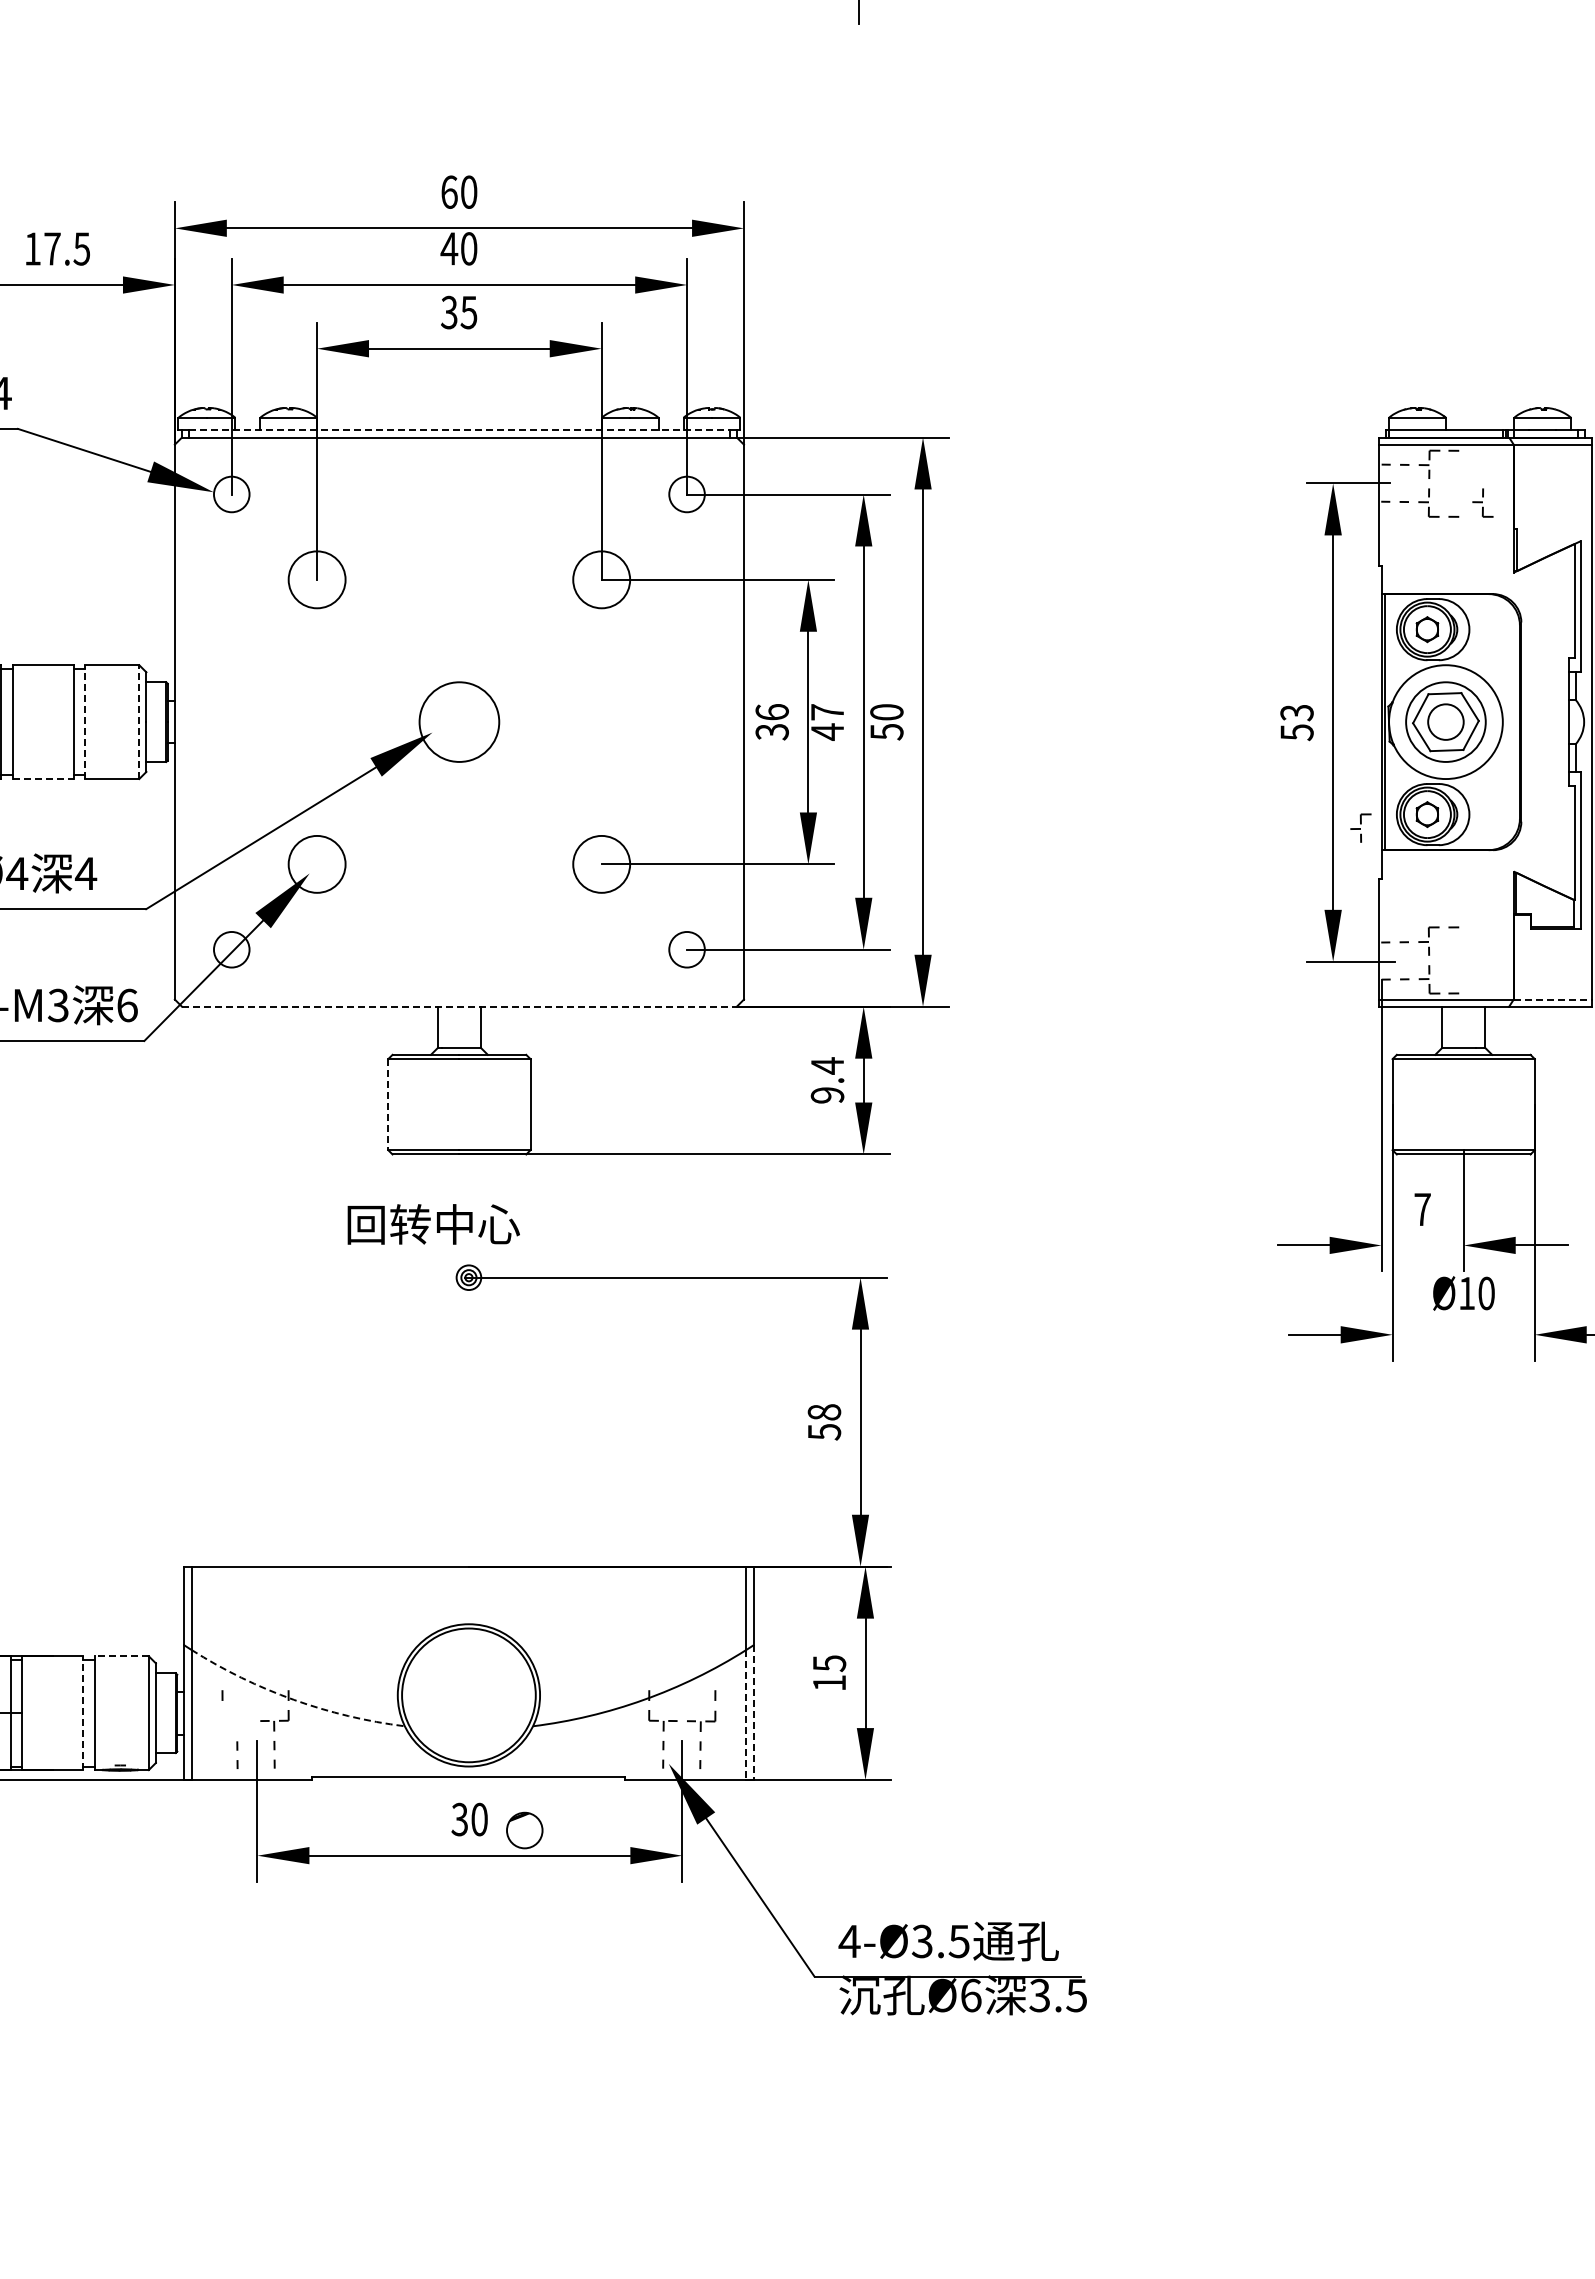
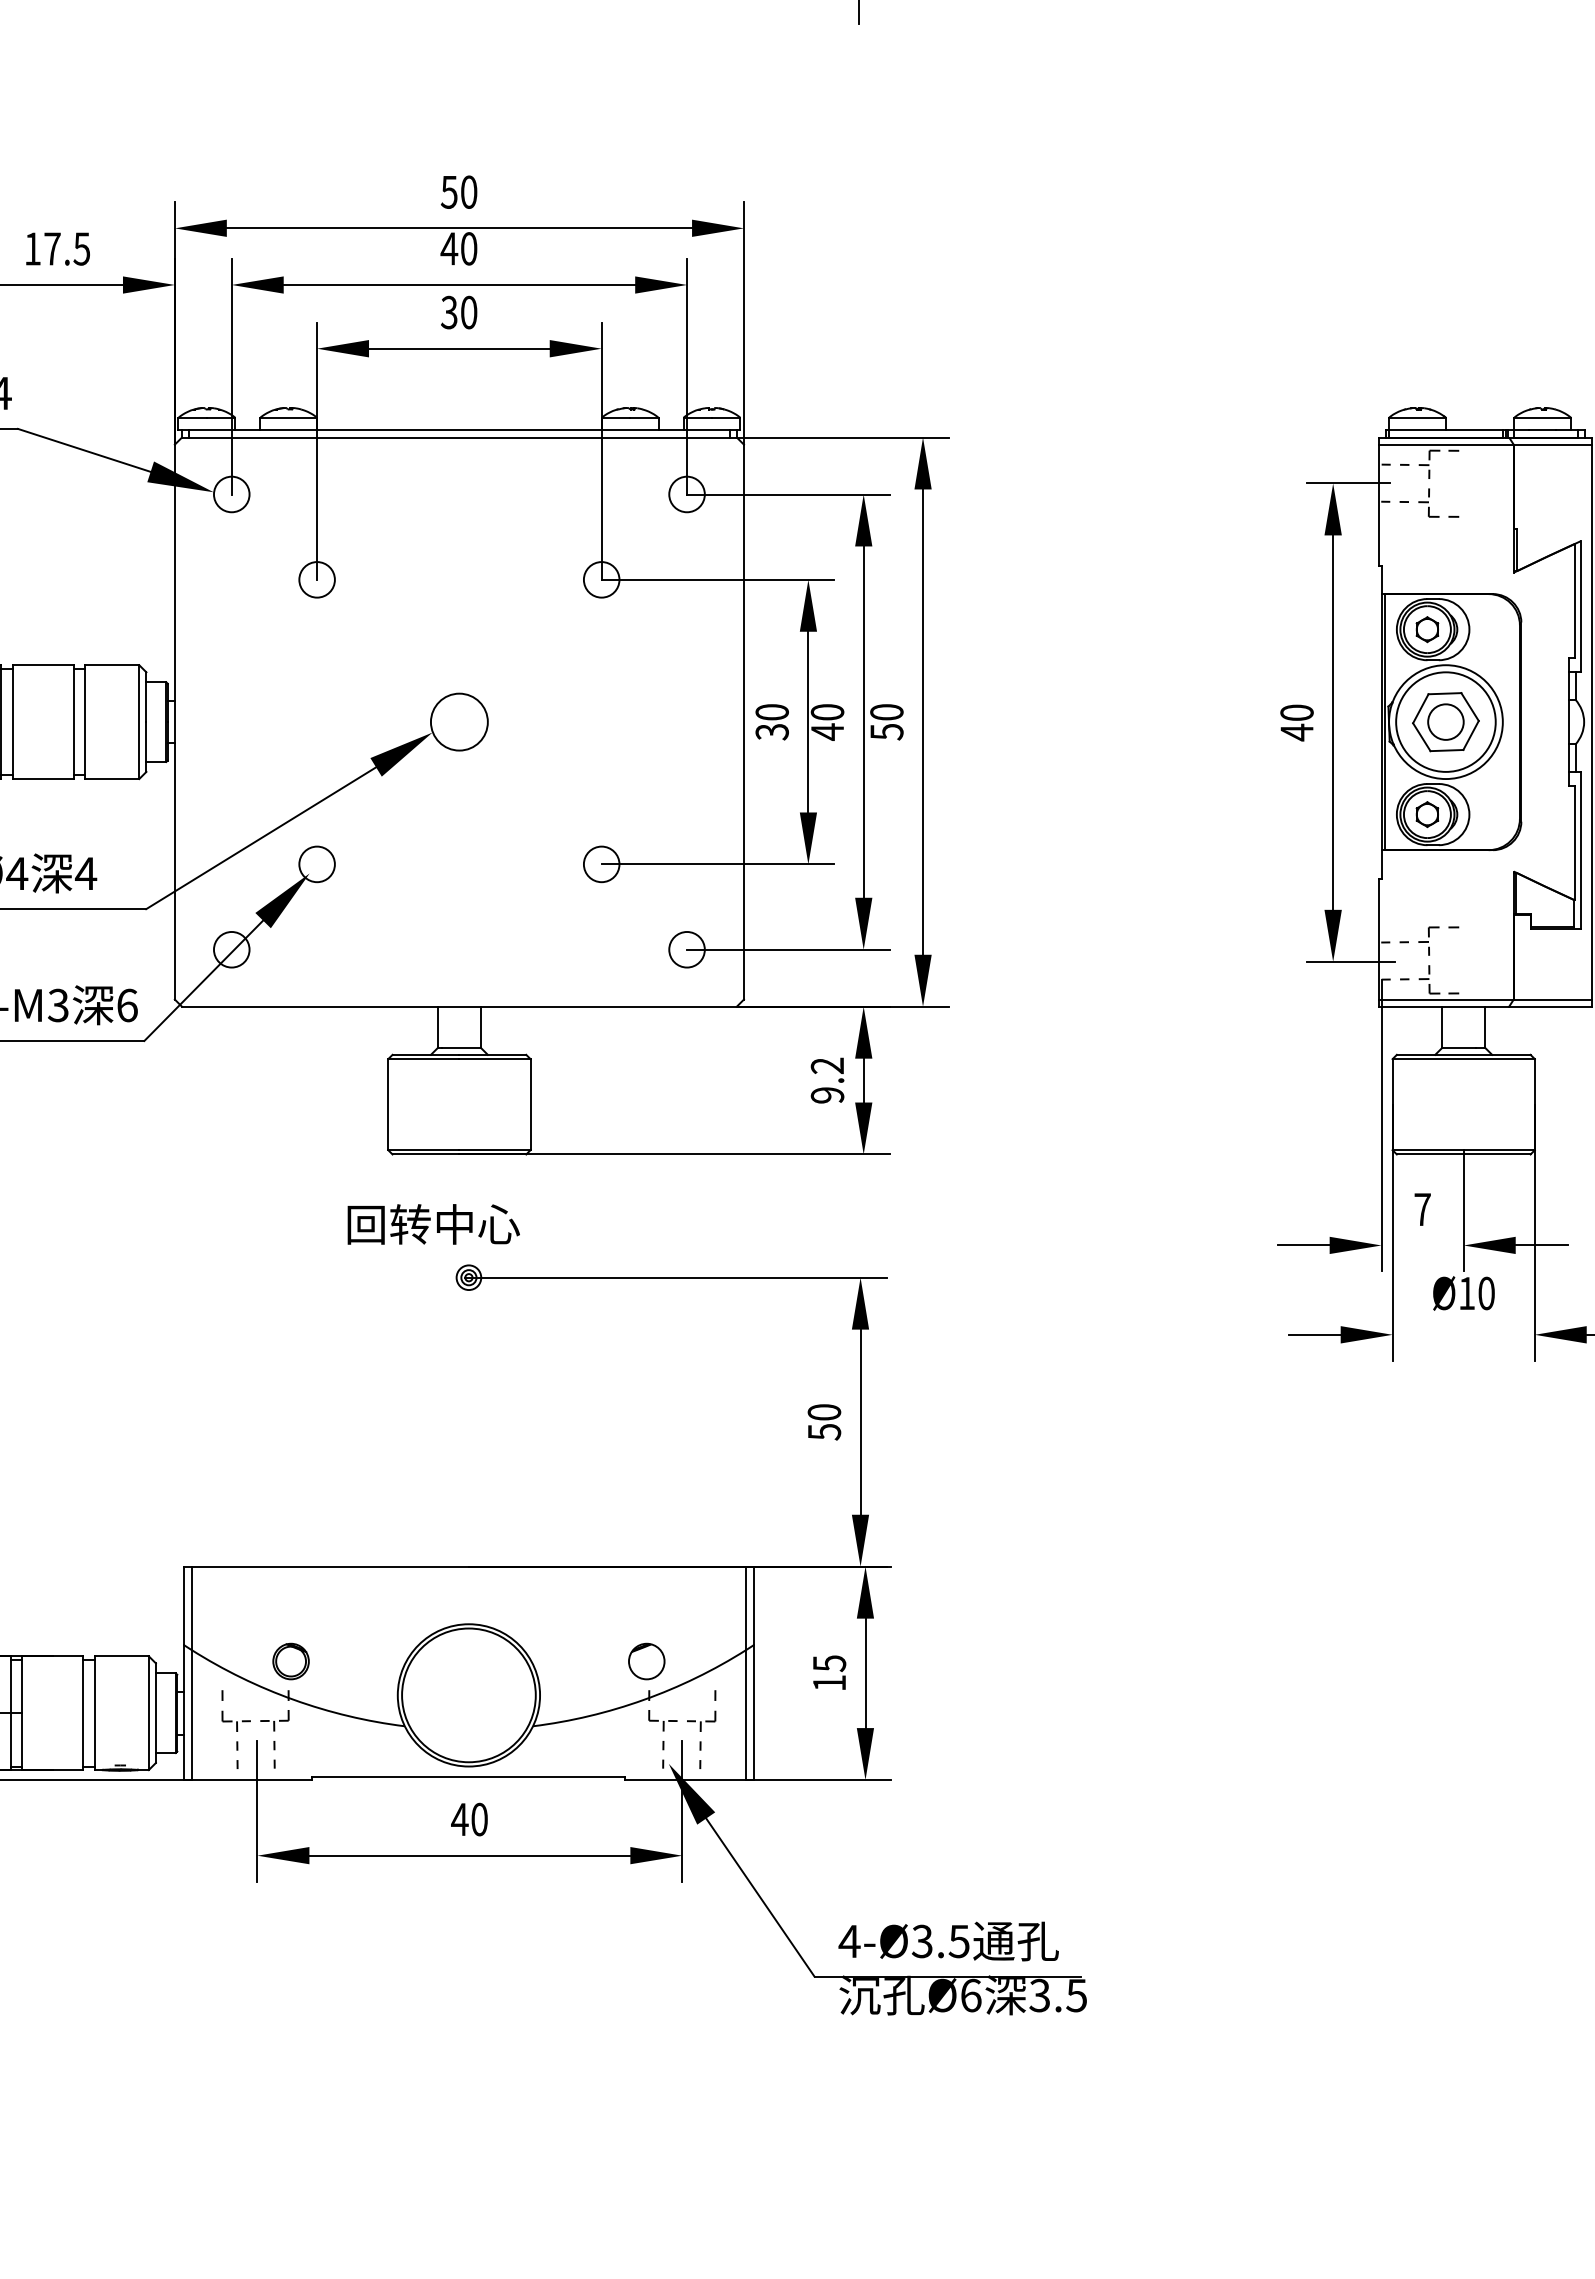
text at (448, 191): 60 -> 50
text at (468, 312): 35 -> 30
line at (459, 430): dashed -> solid
part at (1482, 502): present -> none
circle at (316, 579) diameter: 57 px -> 36 px
circle at (601, 579) diameter: 57 px -> 36 px
text at (771, 712): 36 -> 30
text at (827, 712): 47 -> 40
circle at (459, 721) diameter: 80 px -> 57 px
circle at (1445, 721) diameter: 80 px -> 100 px
line at (85, 722): dashed -> solid
line at (139, 722): dashed -> solid
text at (1296, 722): 53 -> 40
line at (43, 779): dashed -> solid
part at (1360, 827): present -> none
circle at (316, 863) diameter: 57 px -> 36 px
circle at (601, 863) diameter: 57 px -> 36 px
line at (1553, 999): dashed -> solid
line at (459, 1006): dashed -> solid
text at (826, 1065): 9.4 -> 9.2
line at (388, 1104): dashed -> solid
text at (824, 1412): 58 -> 50
line at (121, 1656): dashed -> solid
part at (290, 1661): none -> present
arc at (293, 1699): dashed -> solid
line at (83, 1713): dashed -> solid
line at (753, 1713): dashed -> solid
line at (746, 1715): dashed -> solid
part at (235, 1720): none -> present
text at (459, 1819): 30 -> 40
part at (524, 1830) position: (524, 1830) -> (646, 1661)
